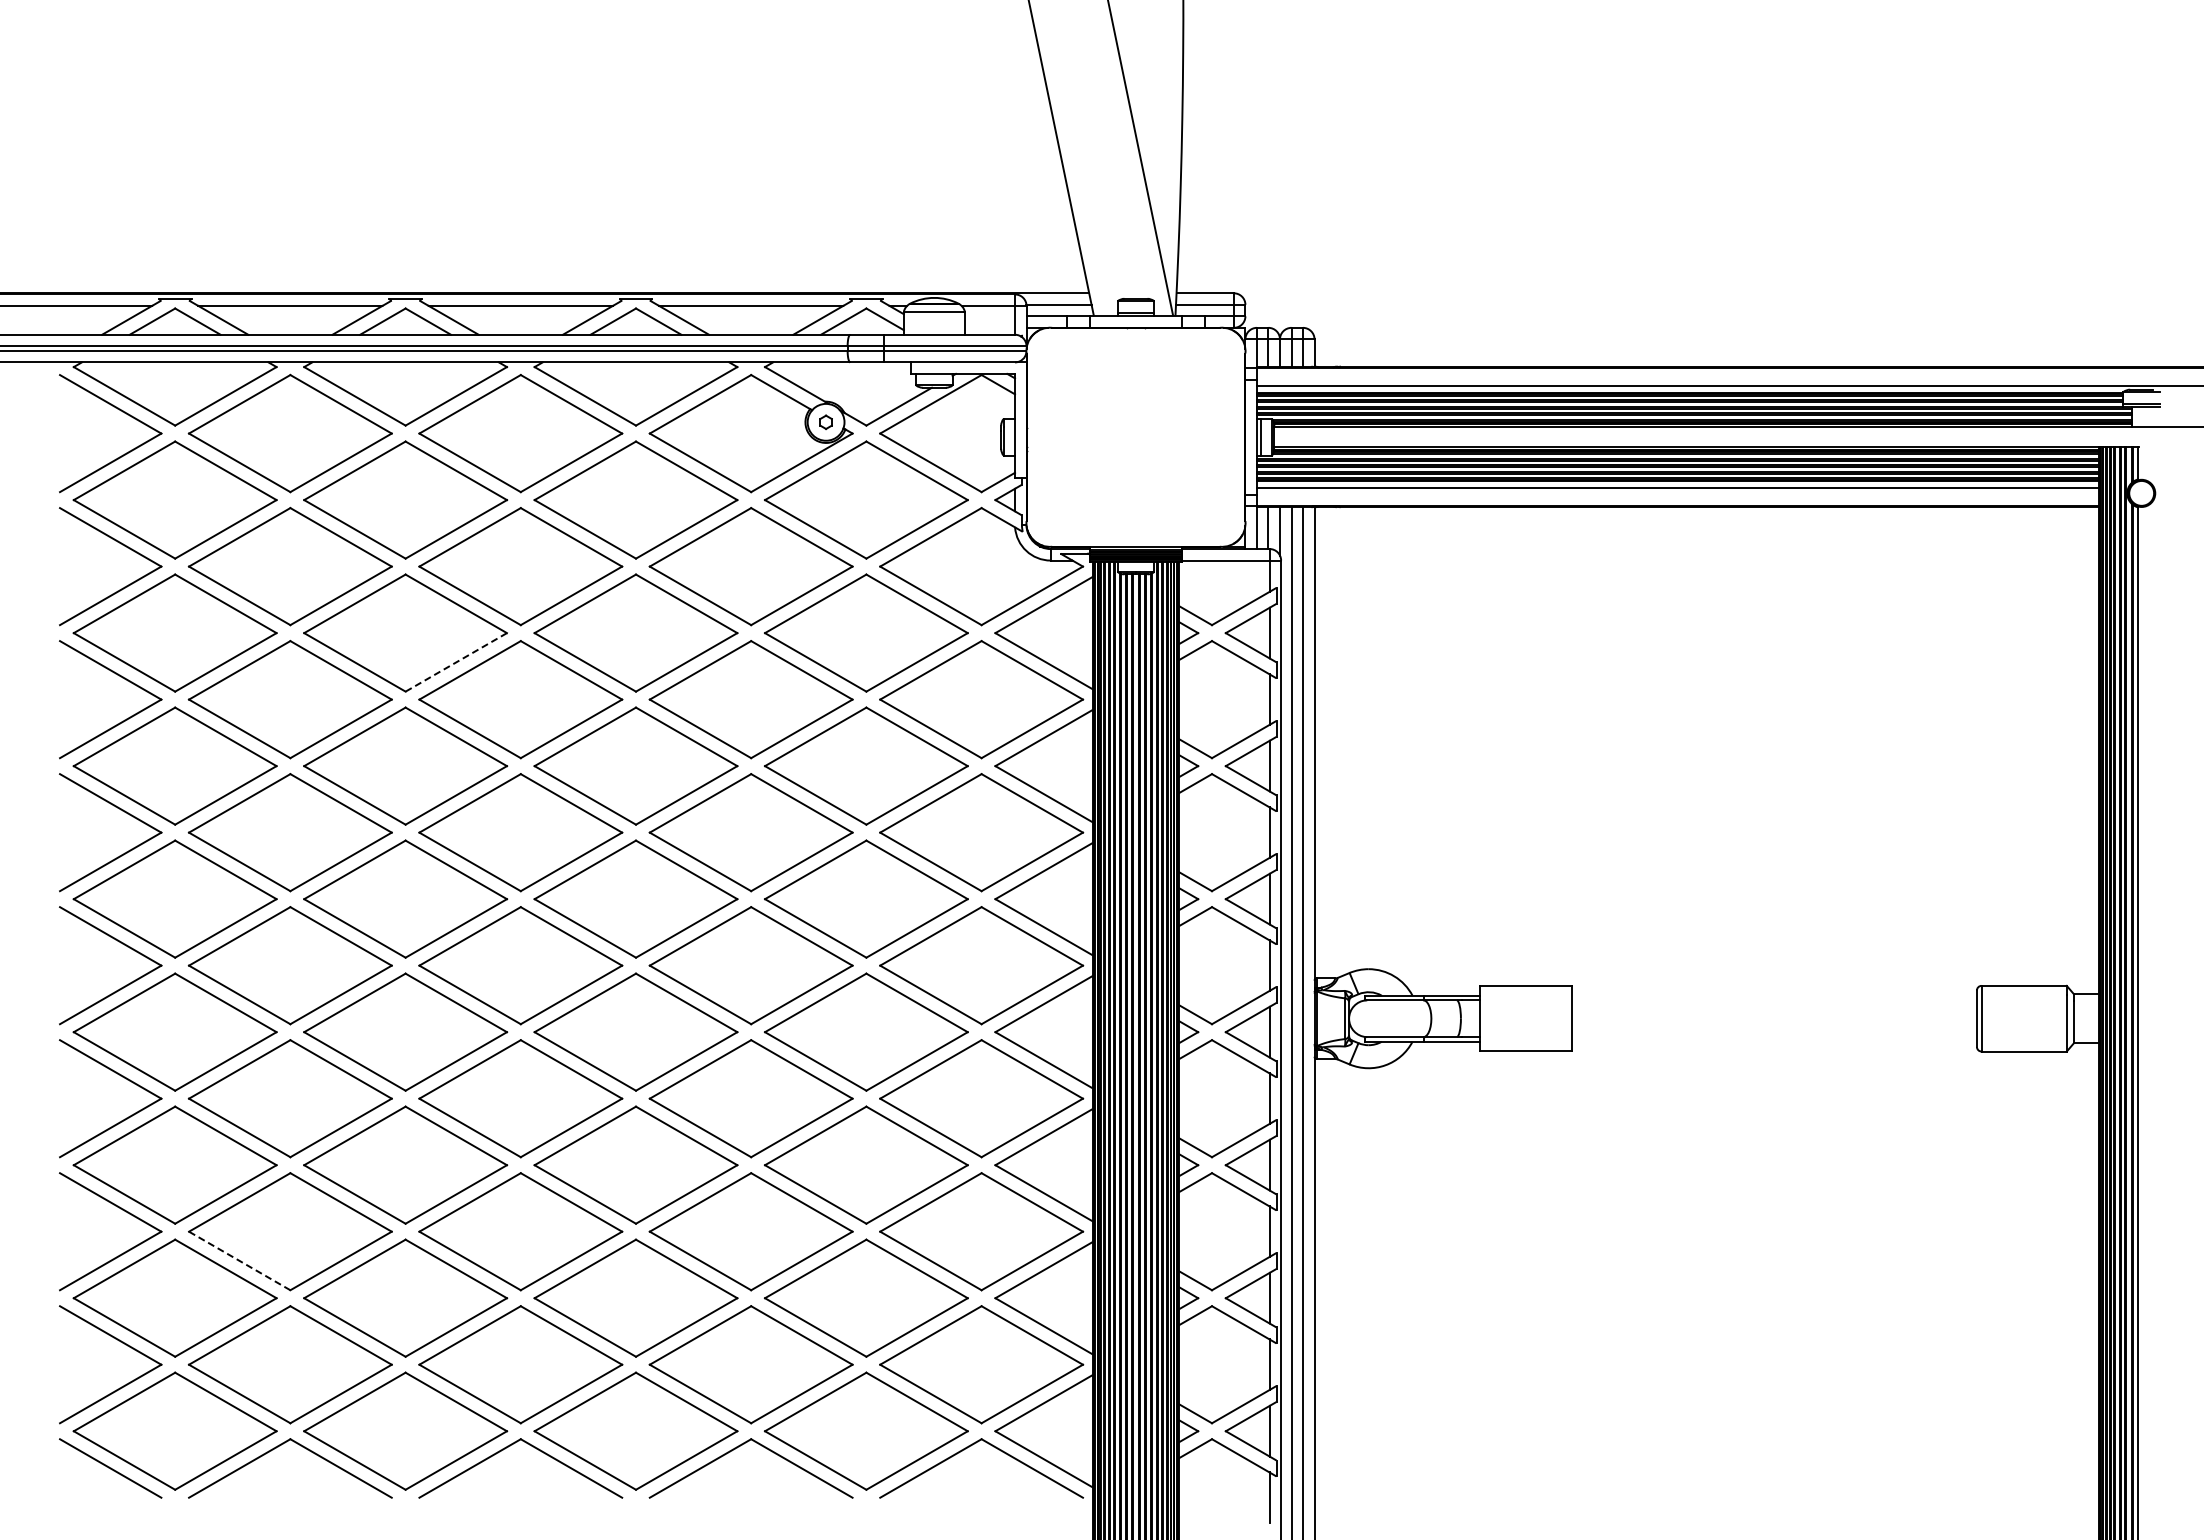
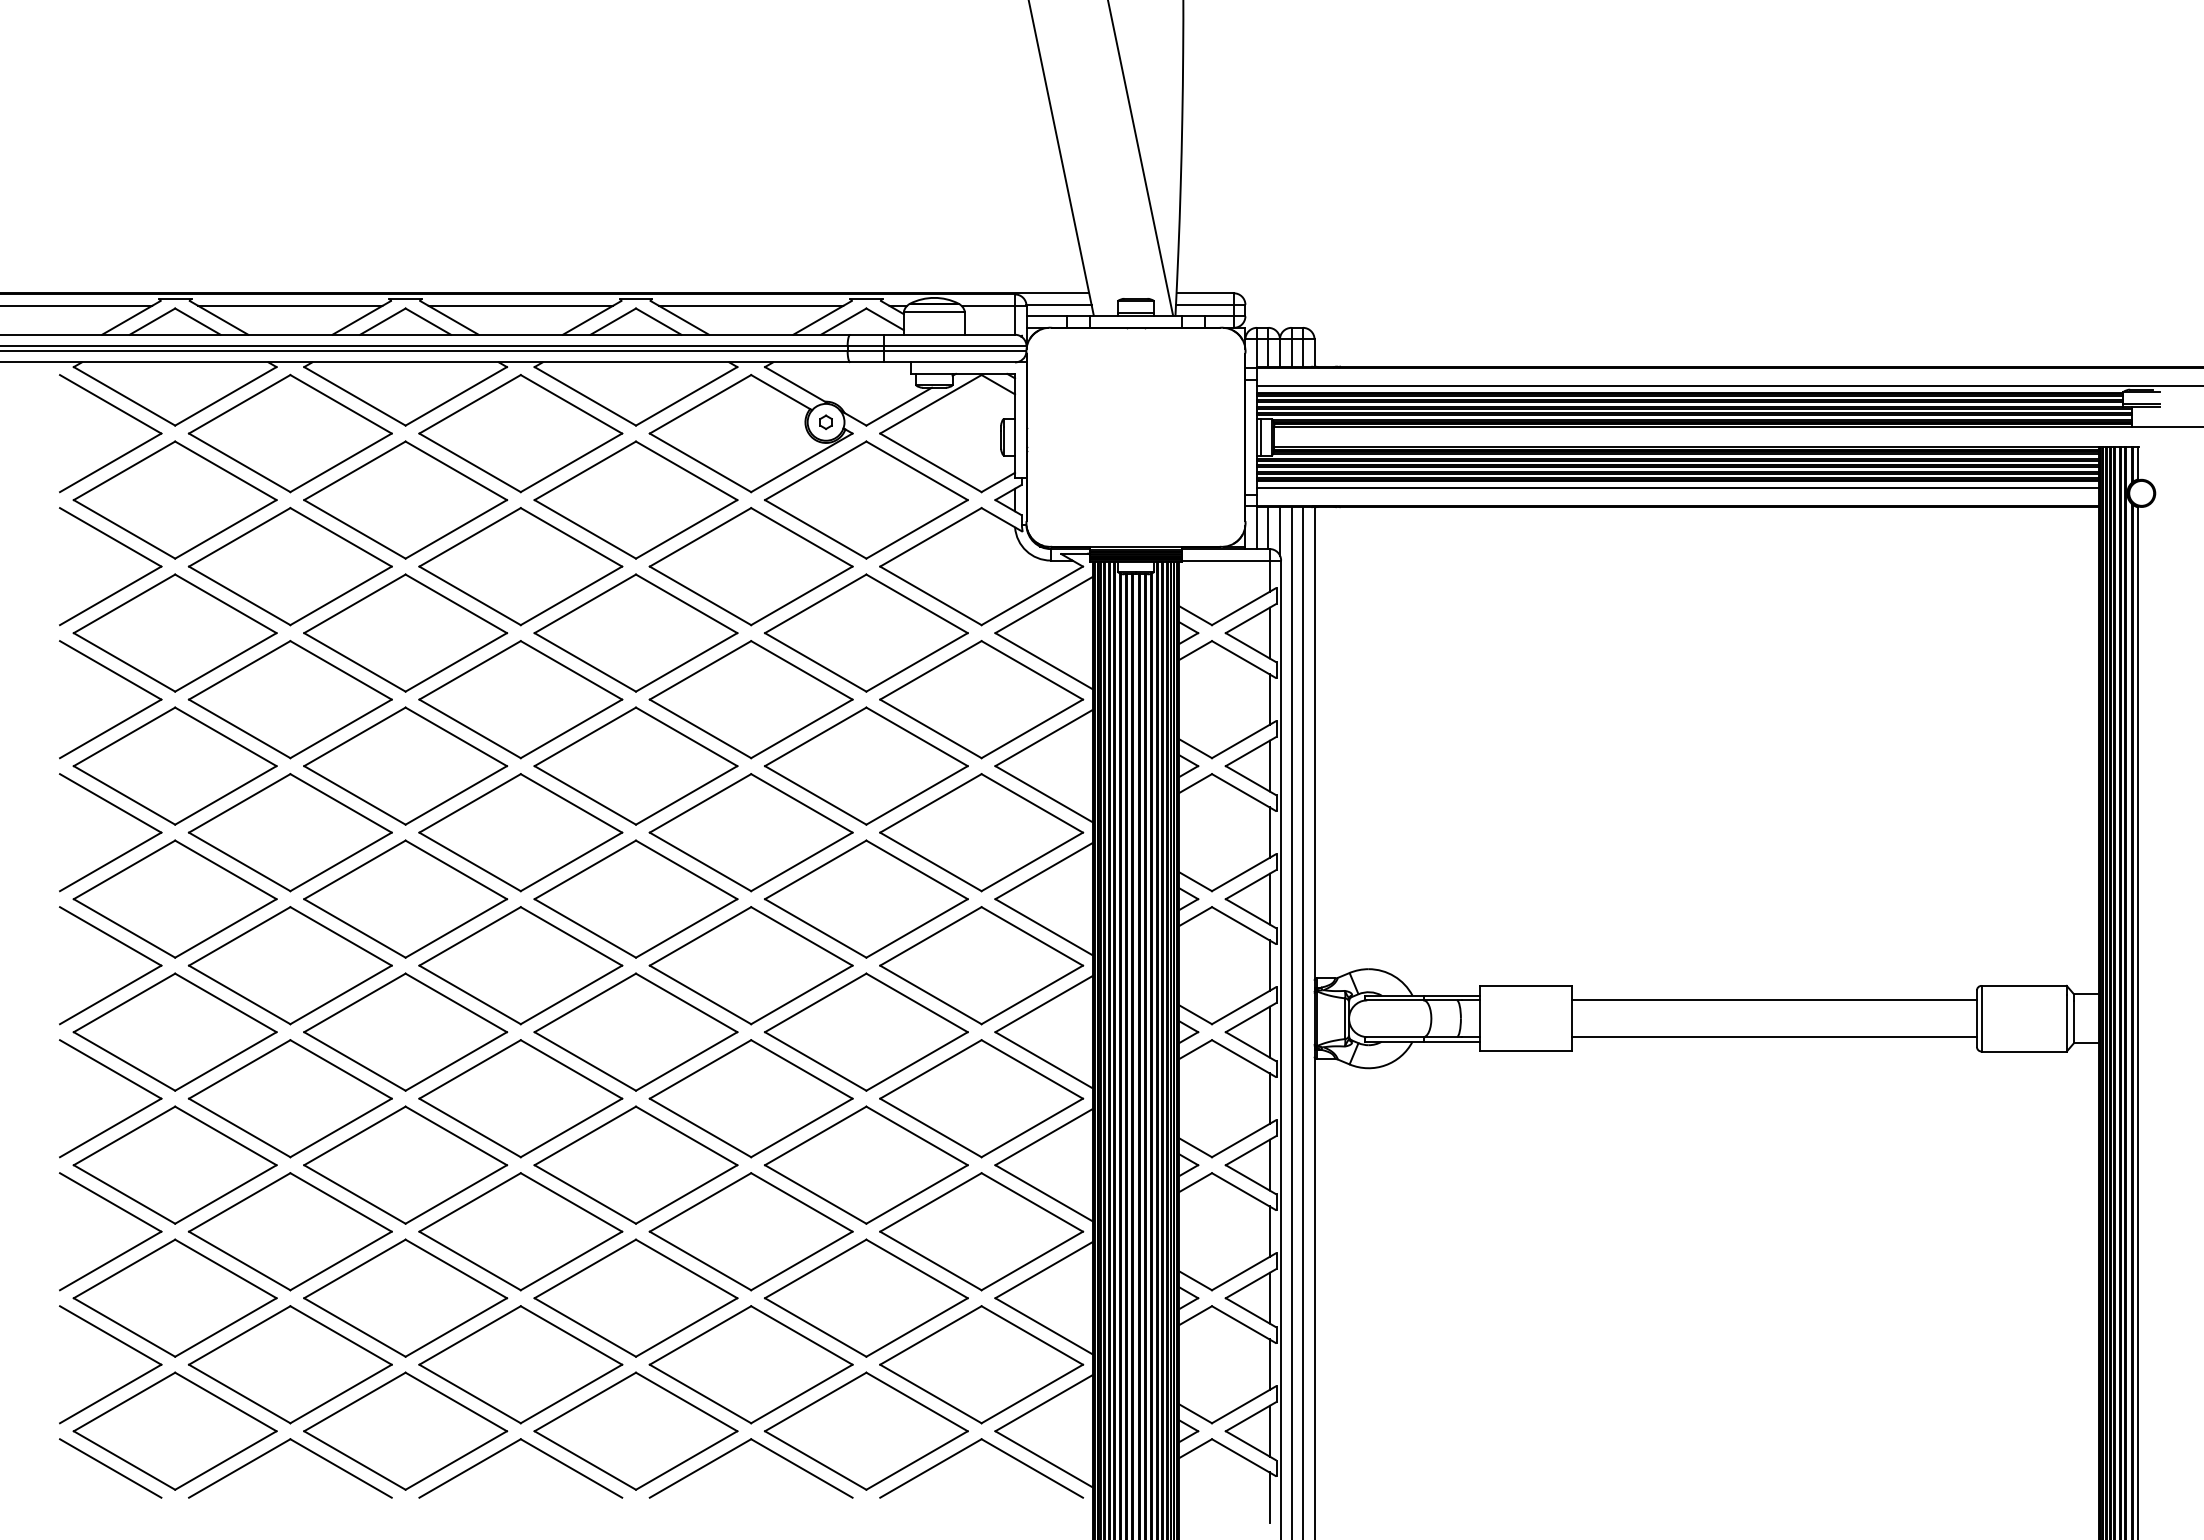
line at (456, 662): dashed -> solid
line at (1773, 1000): none -> present
line at (1773, 1037): none -> present
line at (239, 1260): dashed -> solid
